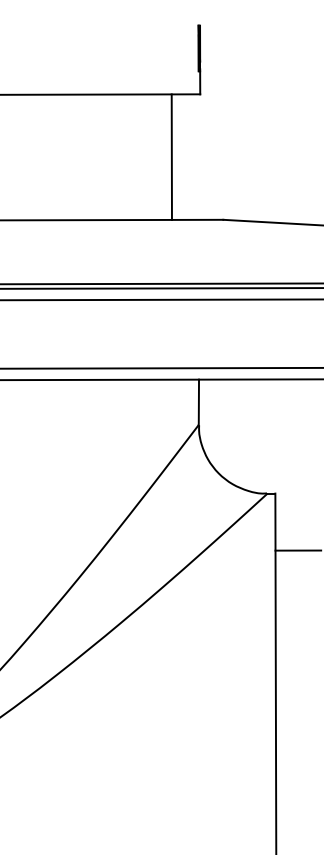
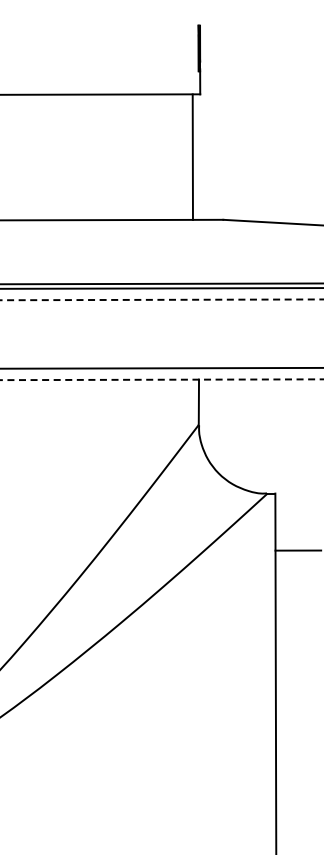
line at (171, 156) position: (171, 156) -> (192, 156)
line at (161, 299): solid -> dashed
line at (161, 379): solid -> dashed
